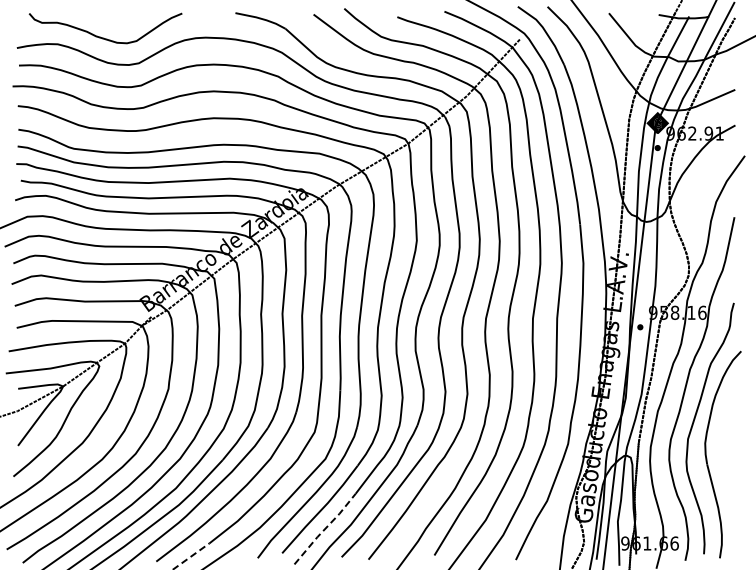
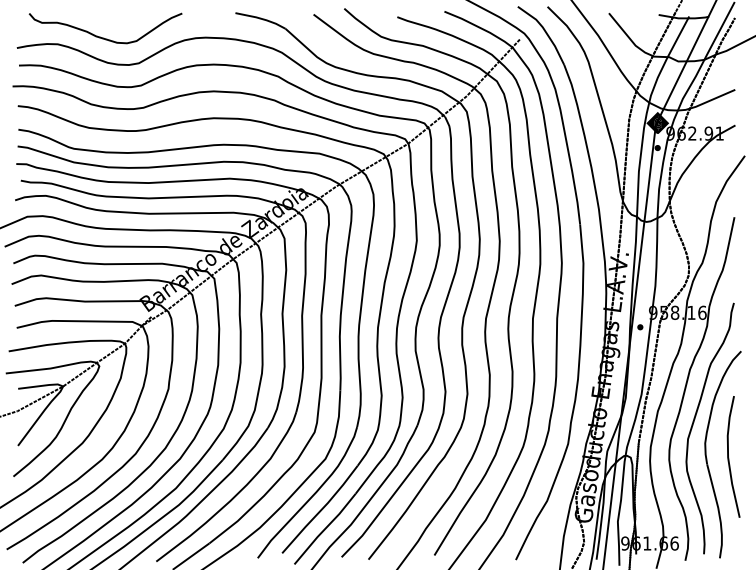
curve at (729, 458): none -> present
line at (325, 529): dashed -> solid
line at (191, 556): dashed -> solid
